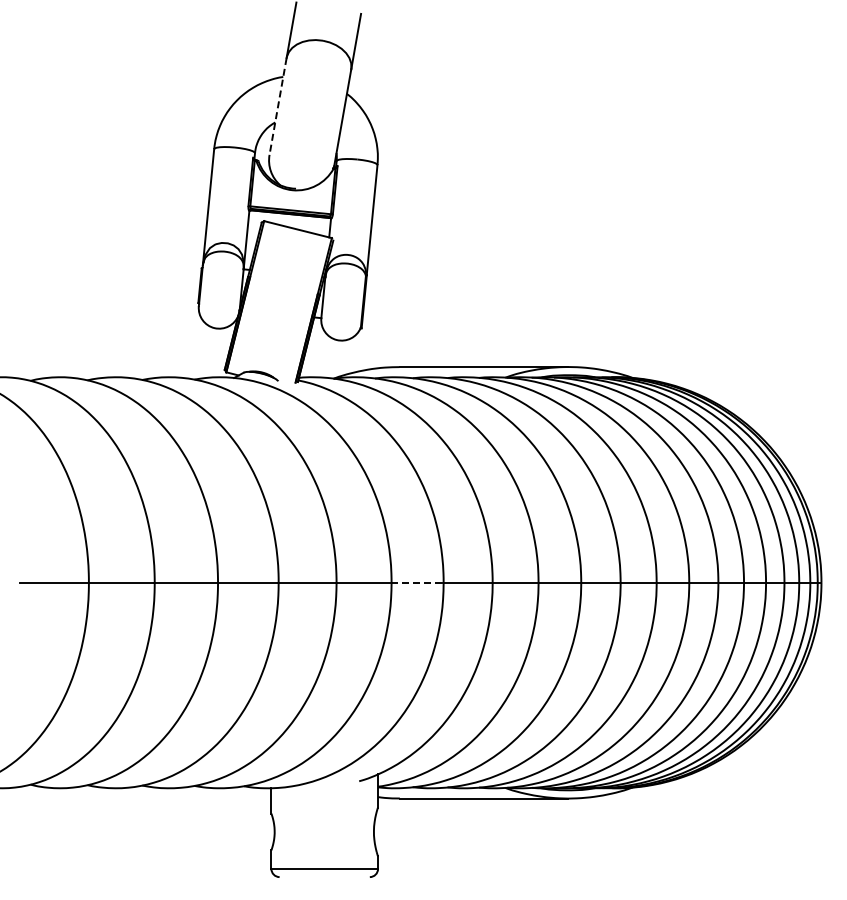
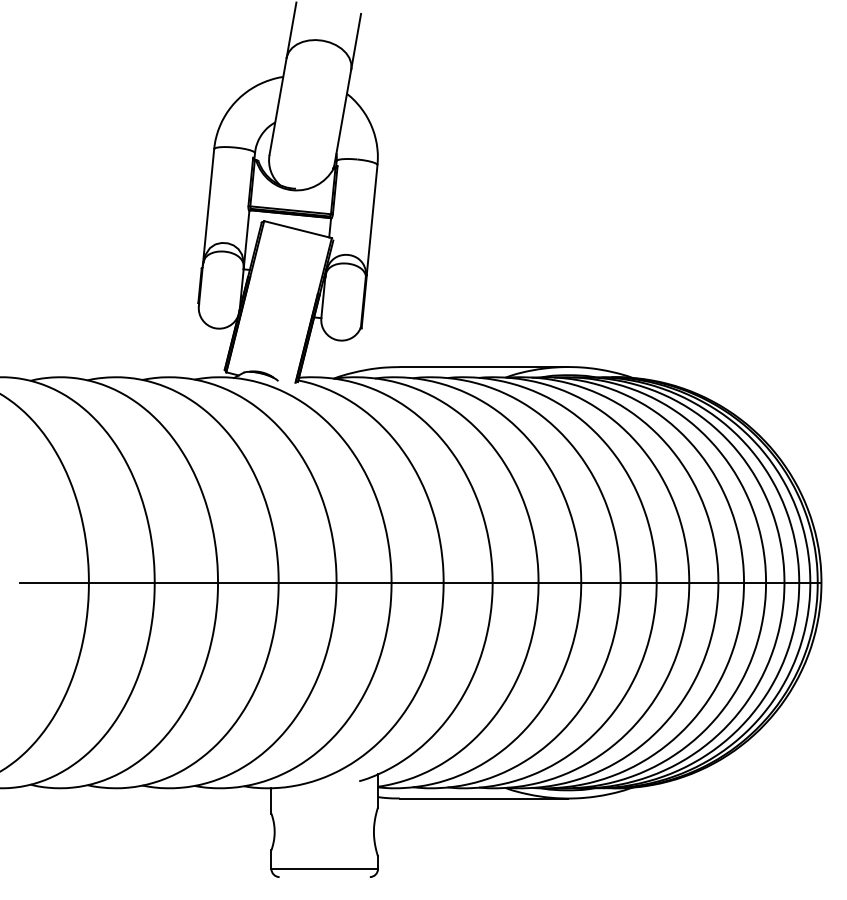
line at (278, 106): dashed -> solid
line at (417, 582): dashed -> solid
